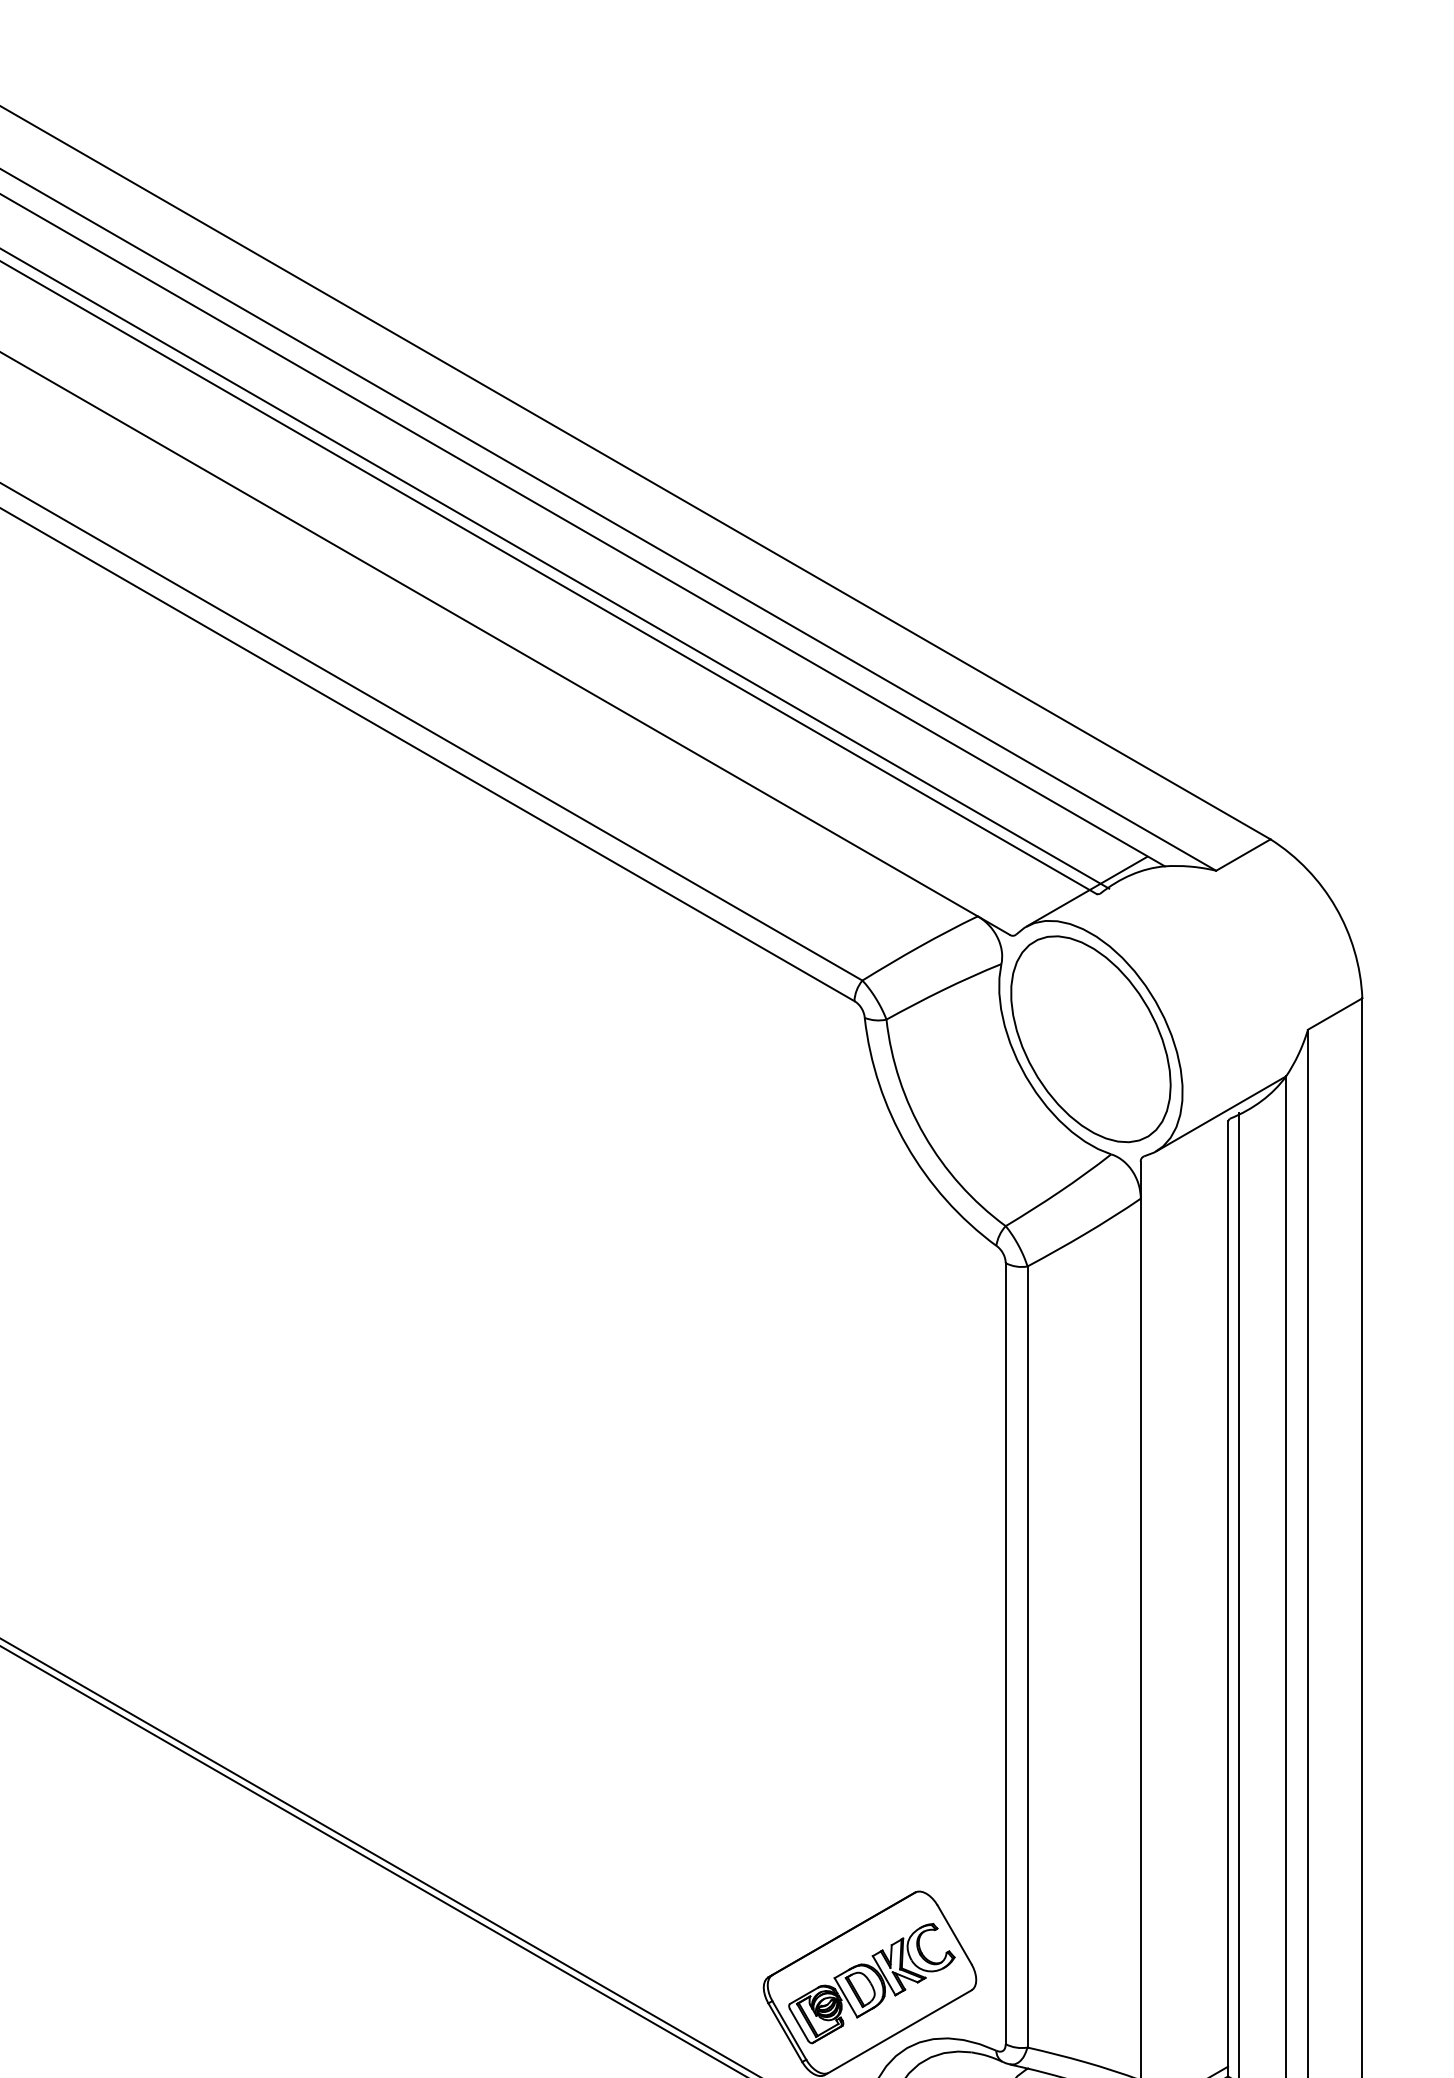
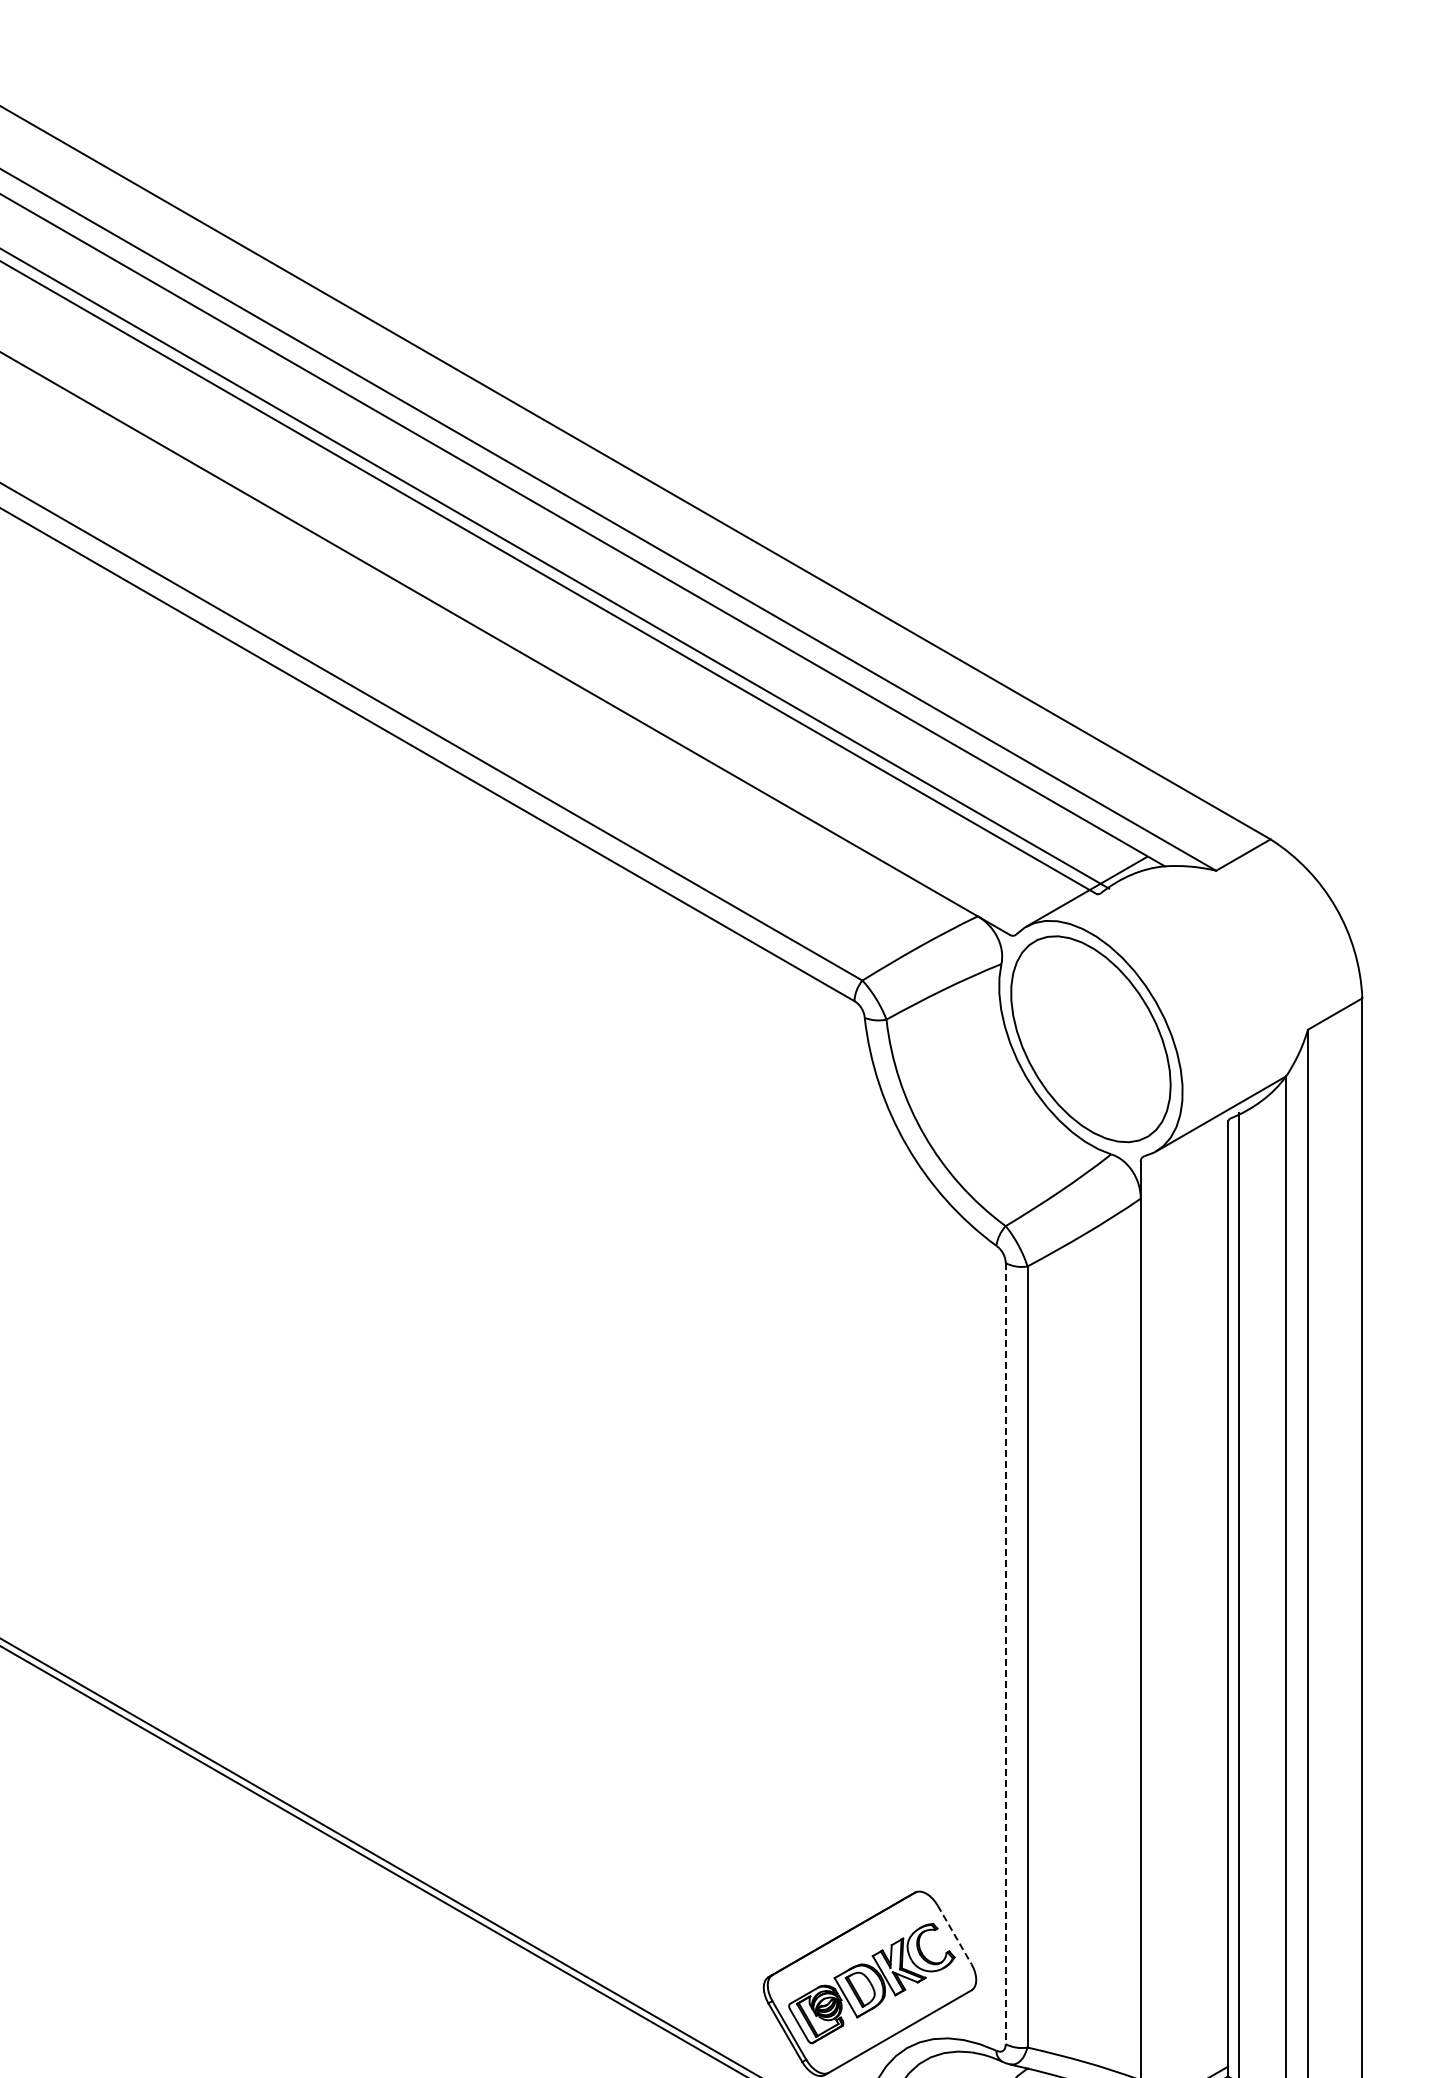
line at (1005, 1653): solid -> dashed
line at (954, 1934): solid -> dashed
